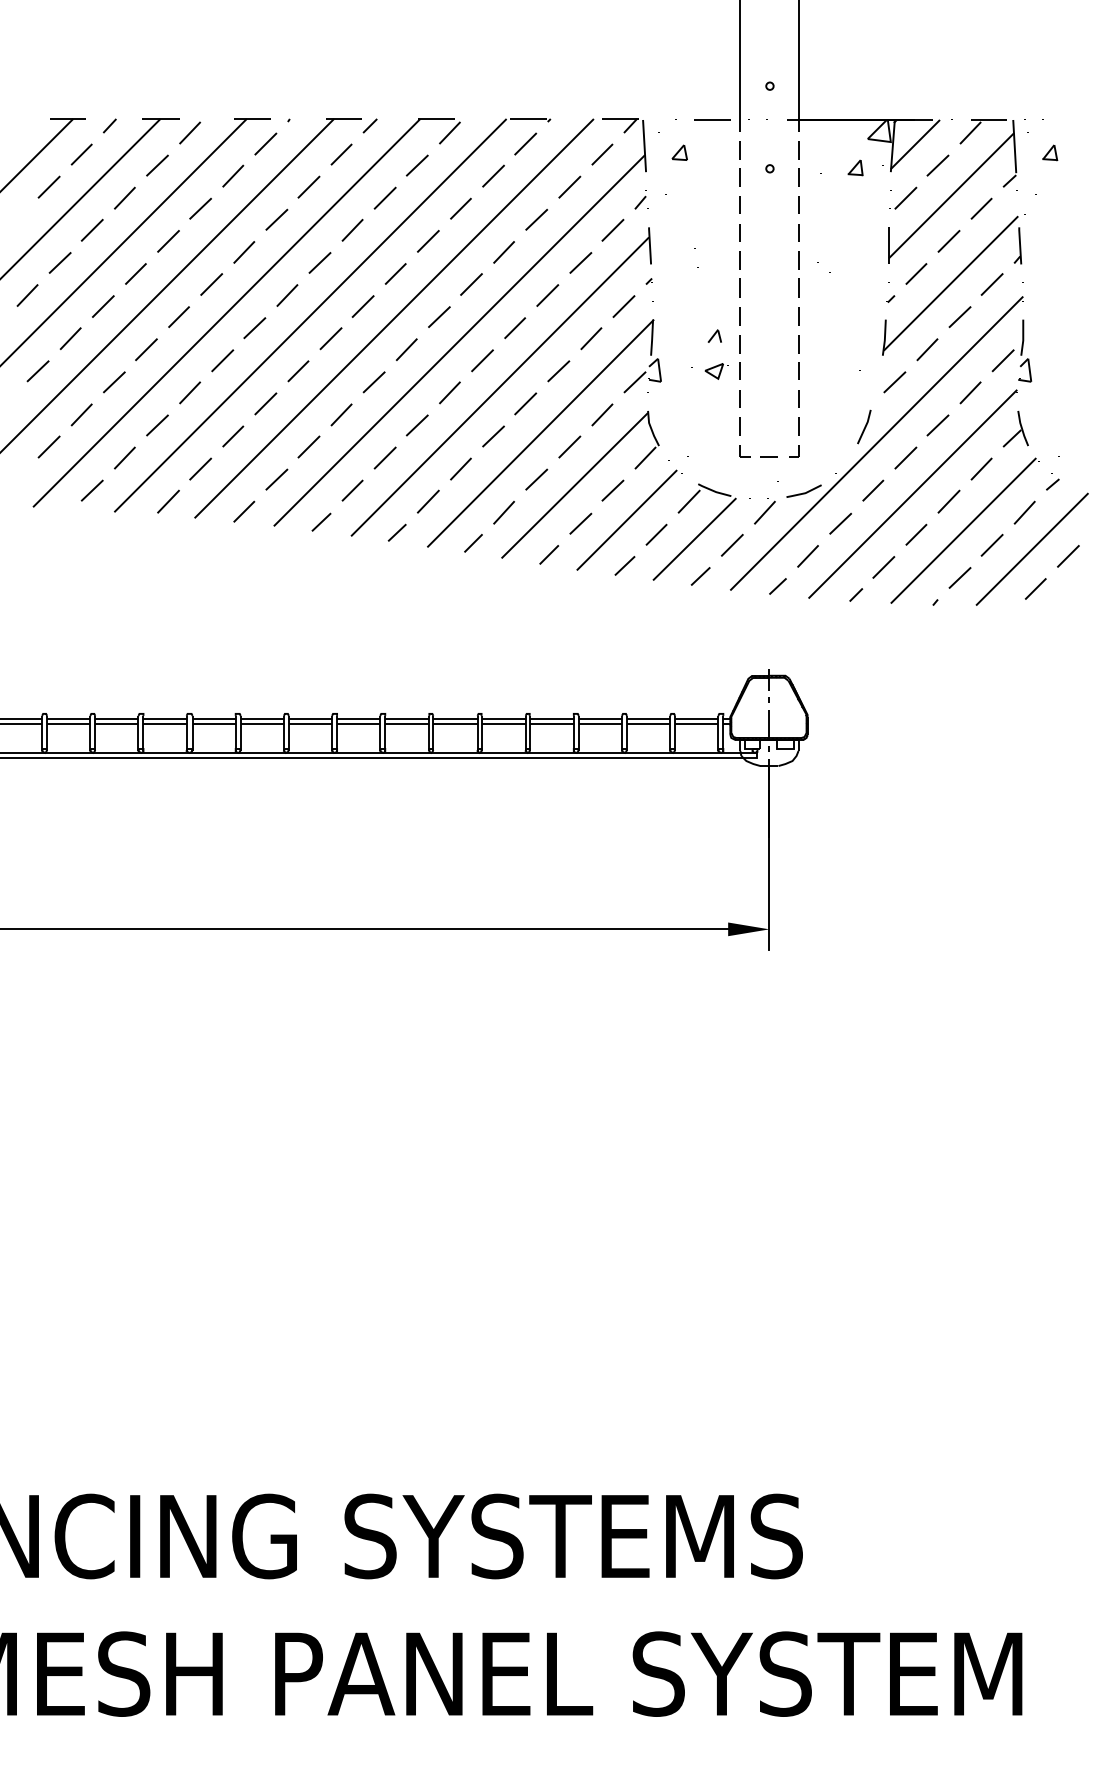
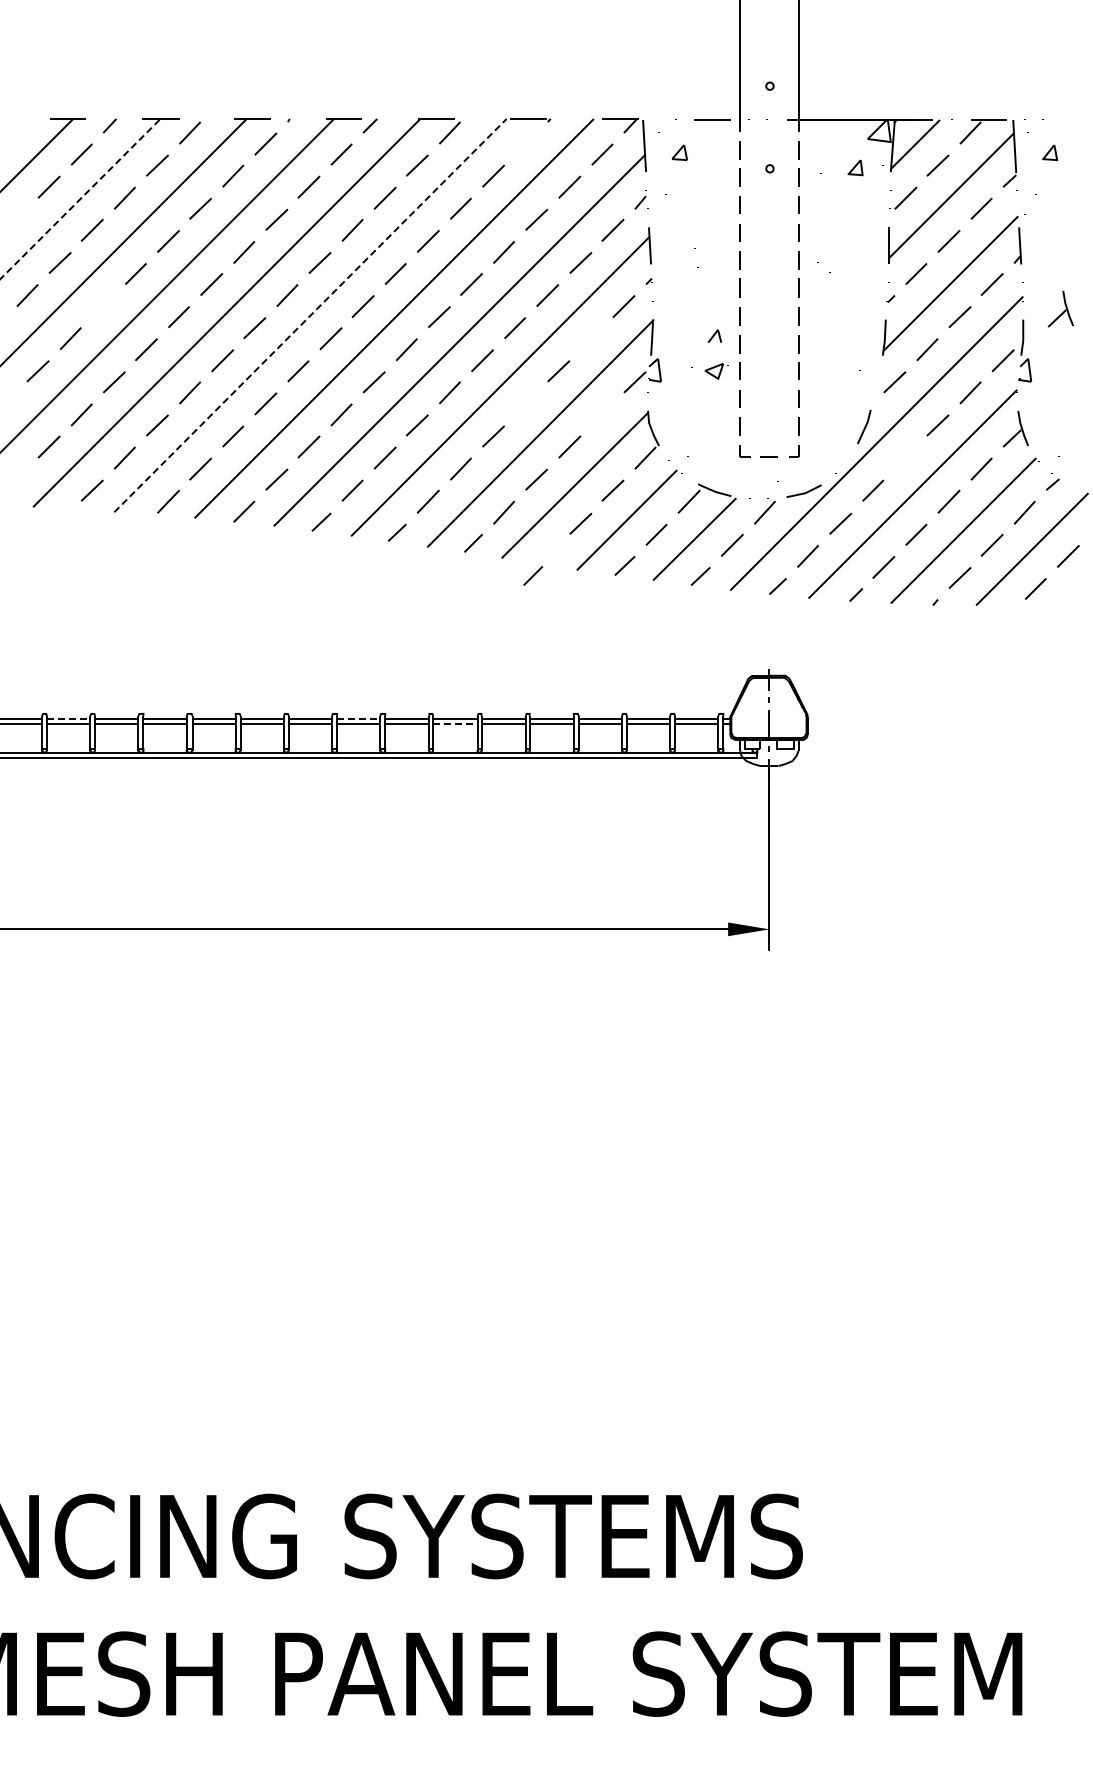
line at (525, 143): present -> none
line at (80, 198): solid -> dashed
line at (103, 306): present -> none
part at (1060, 308): none -> present
line at (310, 315): solid -> dashed
line at (591, 338): present -> none
line at (525, 403): present -> none
line at (602, 414): present -> none
line at (905, 457): present -> none
line at (549, 554) position: (549, 554) -> (533, 575)
line at (68, 718): solid -> dashed
line at (358, 718): solid -> dashed
line at (455, 723): solid -> dashed
